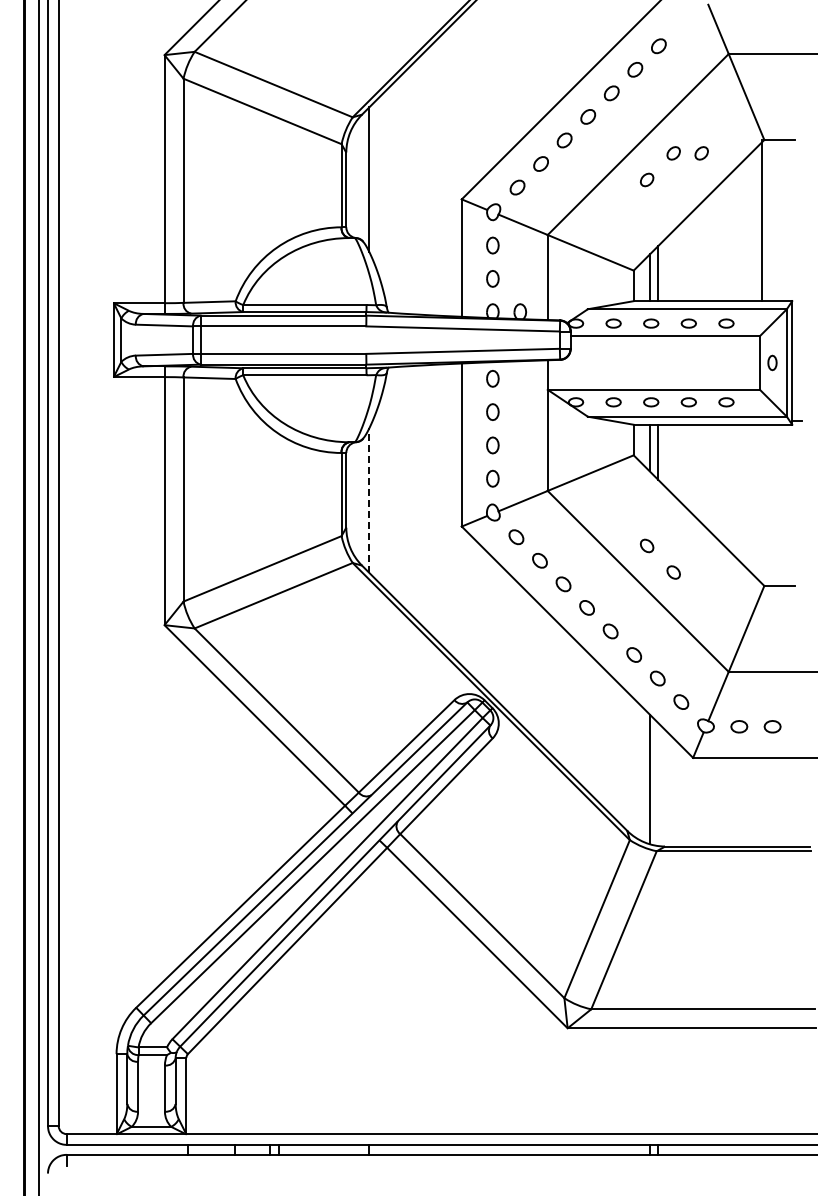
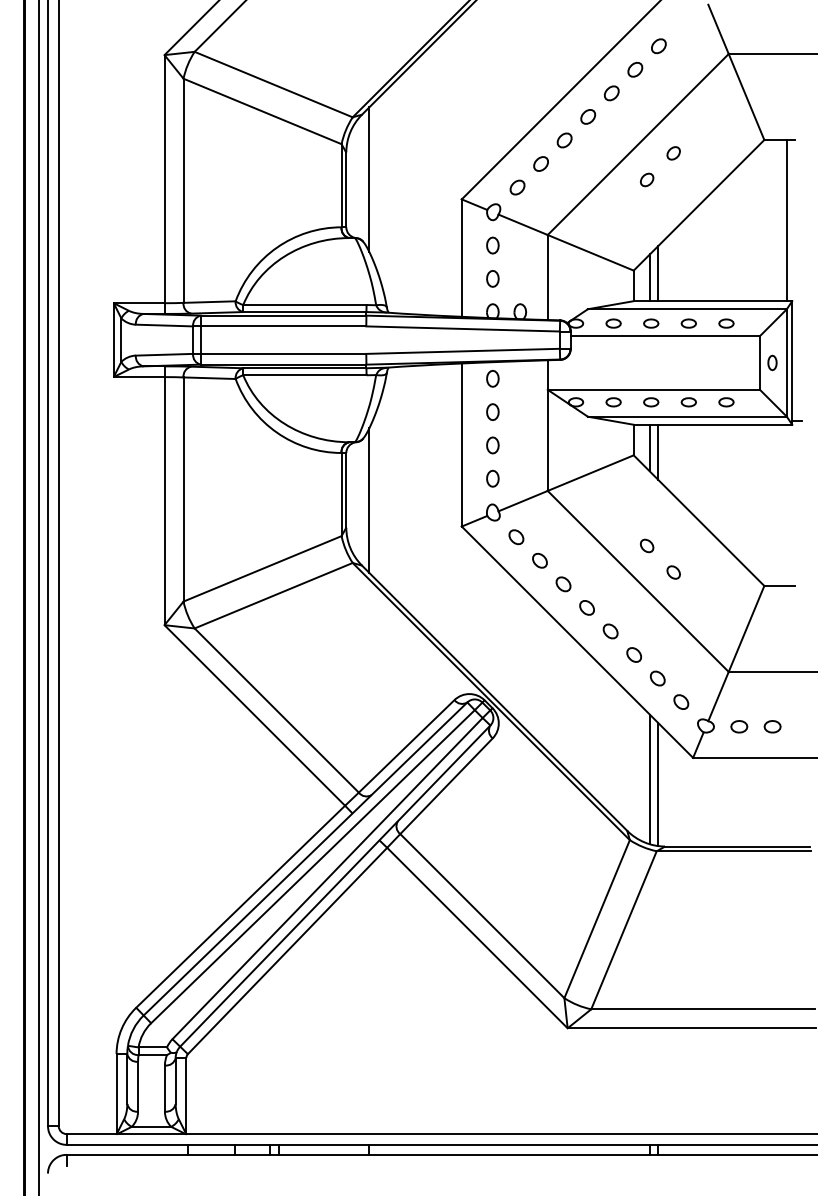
part at (701, 153): present -> none
line at (761, 220) position: (761, 220) -> (786, 220)
line at (369, 500): dashed -> solid
line at (657, 784): none -> present
